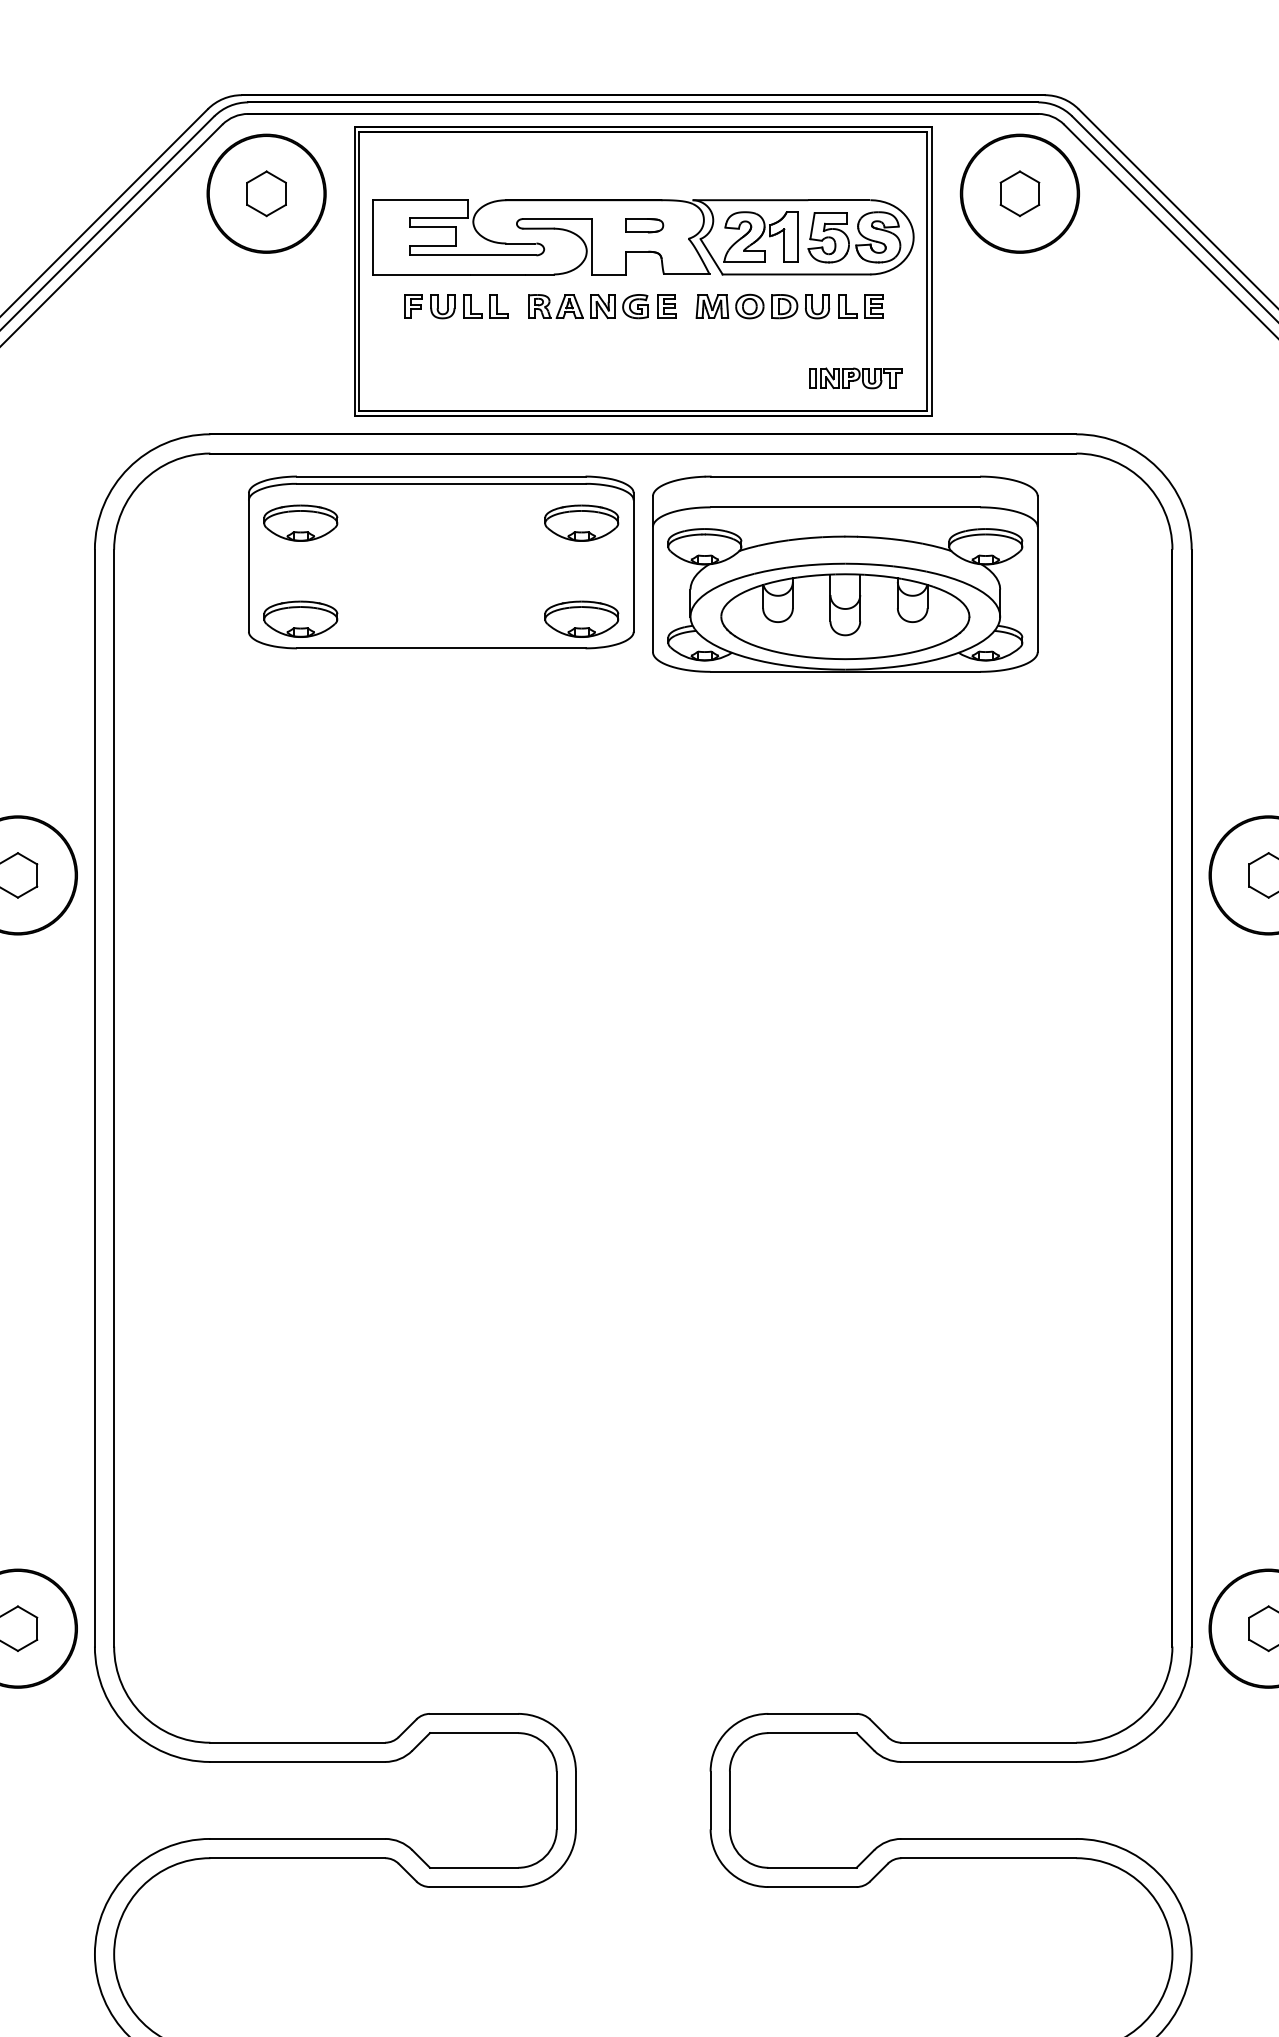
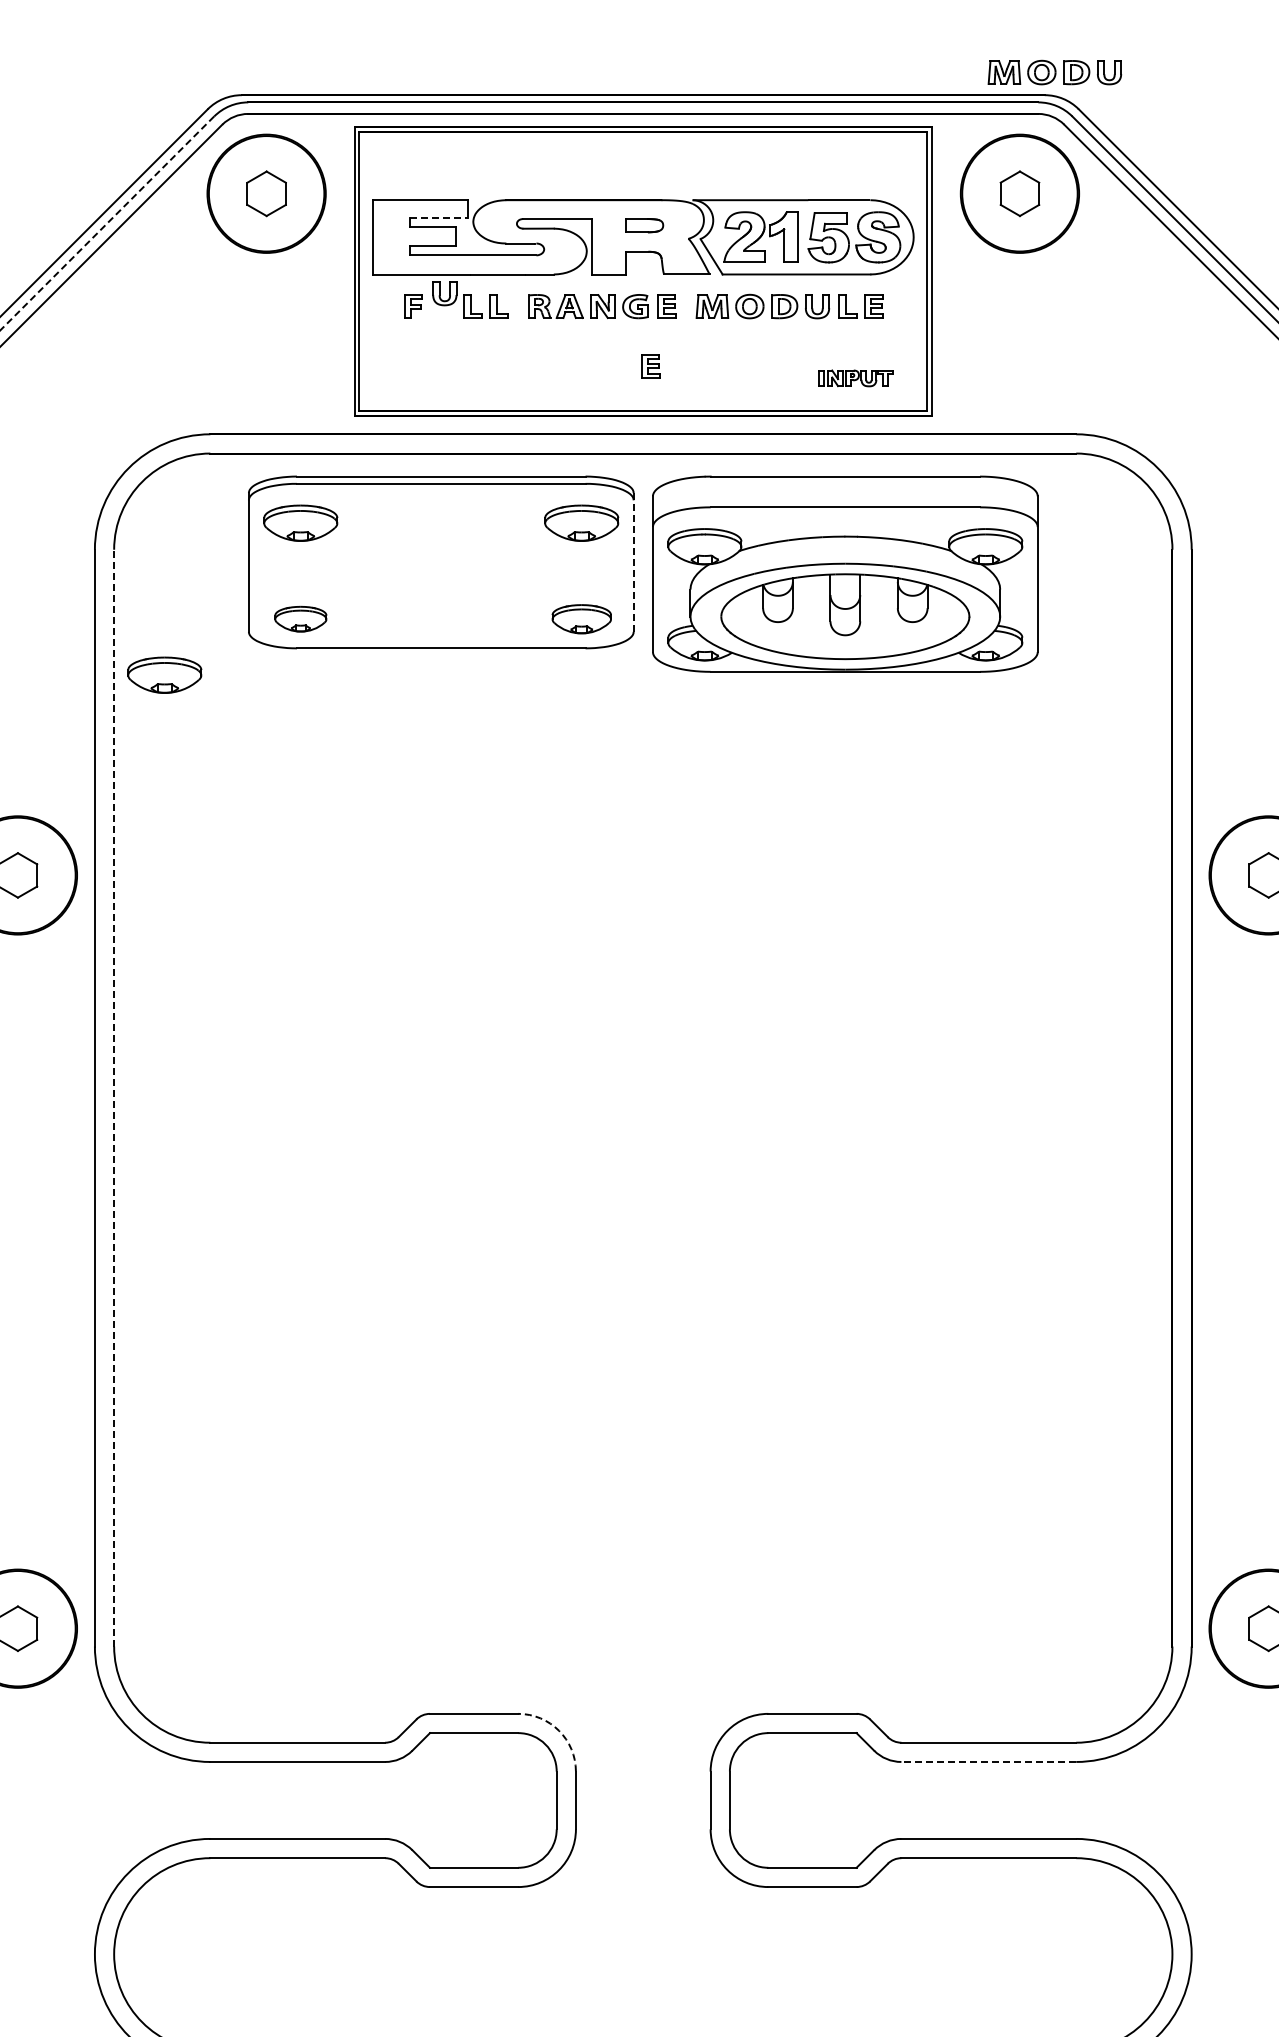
part at (1054, 72): none -> present
line at (439, 218): solid -> dashed
line at (106, 223): solid -> dashed
part at (442, 306) position: (442, 306) -> (444, 293)
part at (650, 366): none -> present
part at (855, 378) size: 94x23 px -> 76x19 px
line at (633, 563): solid -> dashed
part at (300, 618) size: 76x38 px -> 54x28 px
part at (581, 618) size: 76x38 px -> 61x31 px
part at (164, 674): none -> present
line at (114, 1097): solid -> dashed
arc at (559, 1730): solid -> dashed
line at (988, 1761): solid -> dashed
